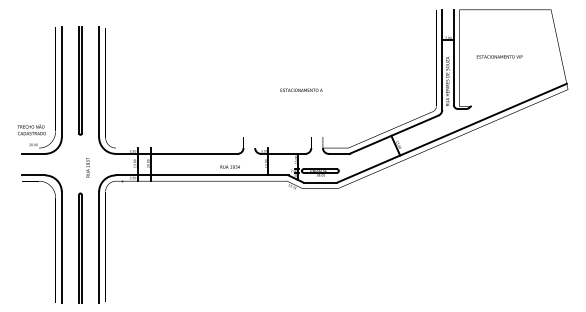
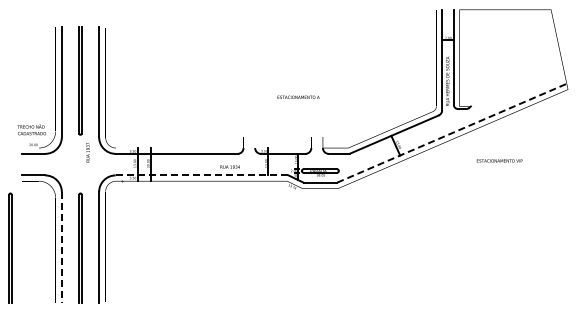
text at (499, 56) position: (499, 56) -> (499, 160)
text at (301, 89) position: (301, 89) -> (298, 96)
line at (452, 133): solid -> dashed
text at (87, 167) position: (87, 167) -> (87, 152)
line at (202, 175): solid -> dashed
line at (9, 247): none -> present
line at (61, 247): solid -> dashed
